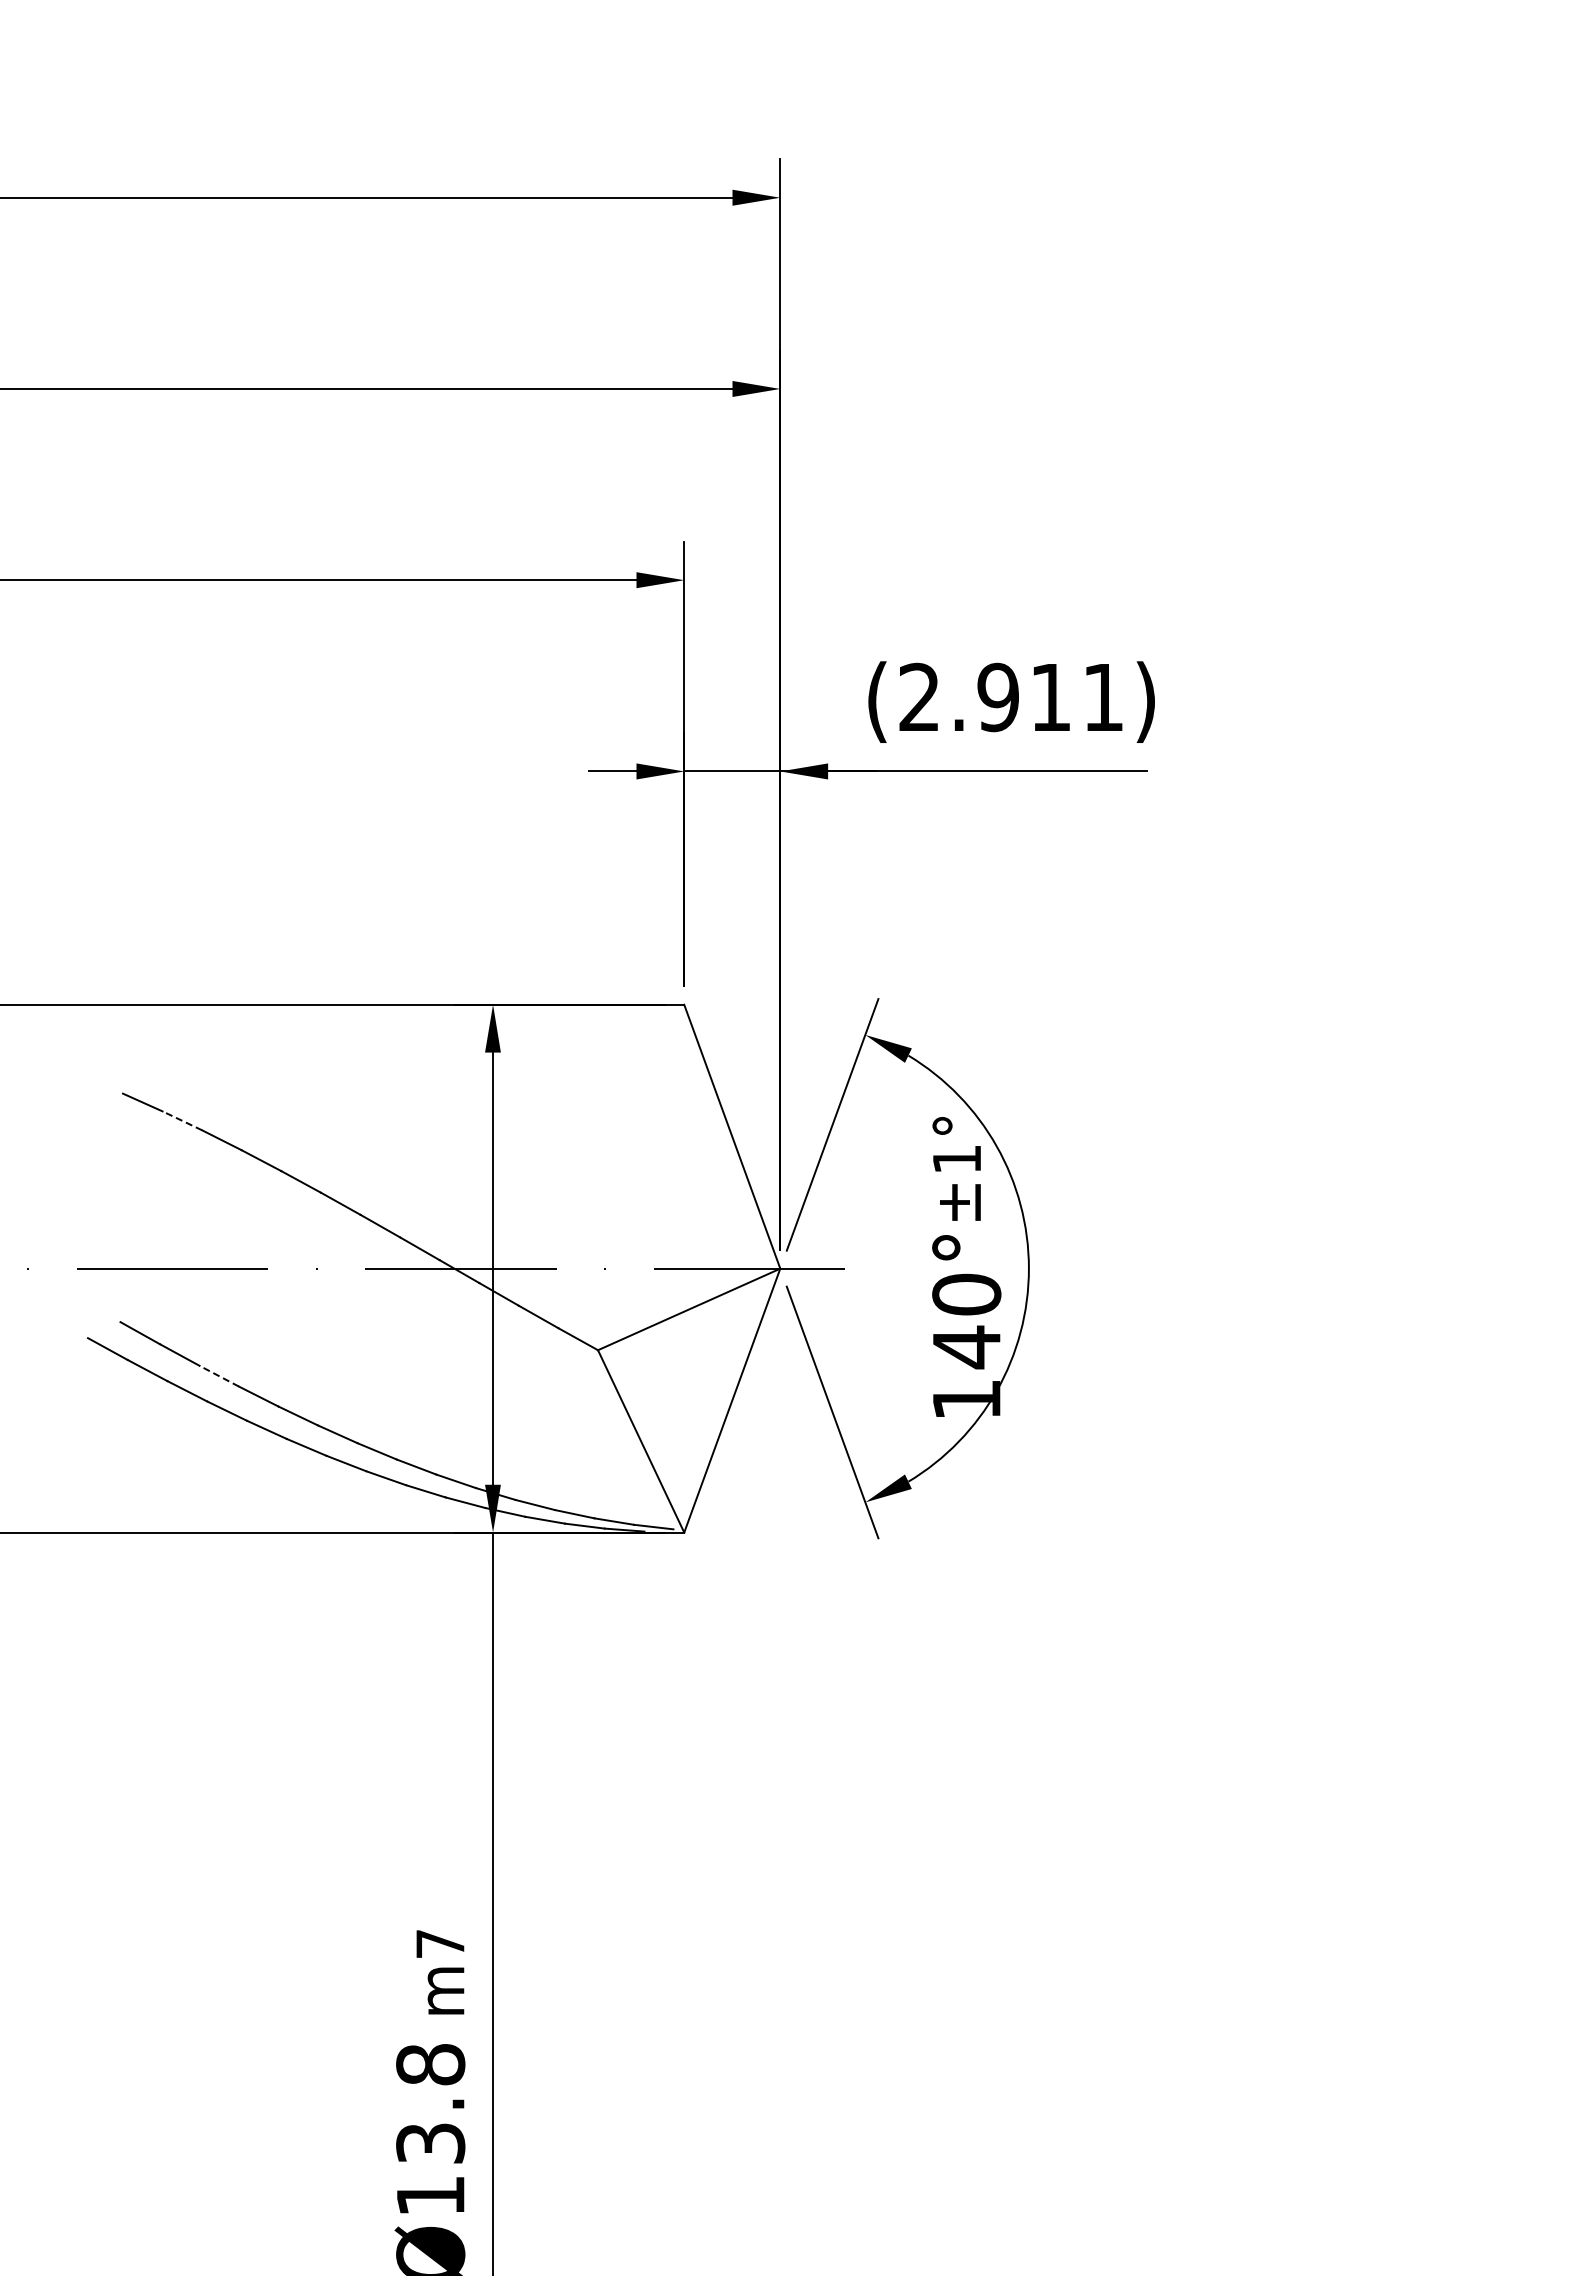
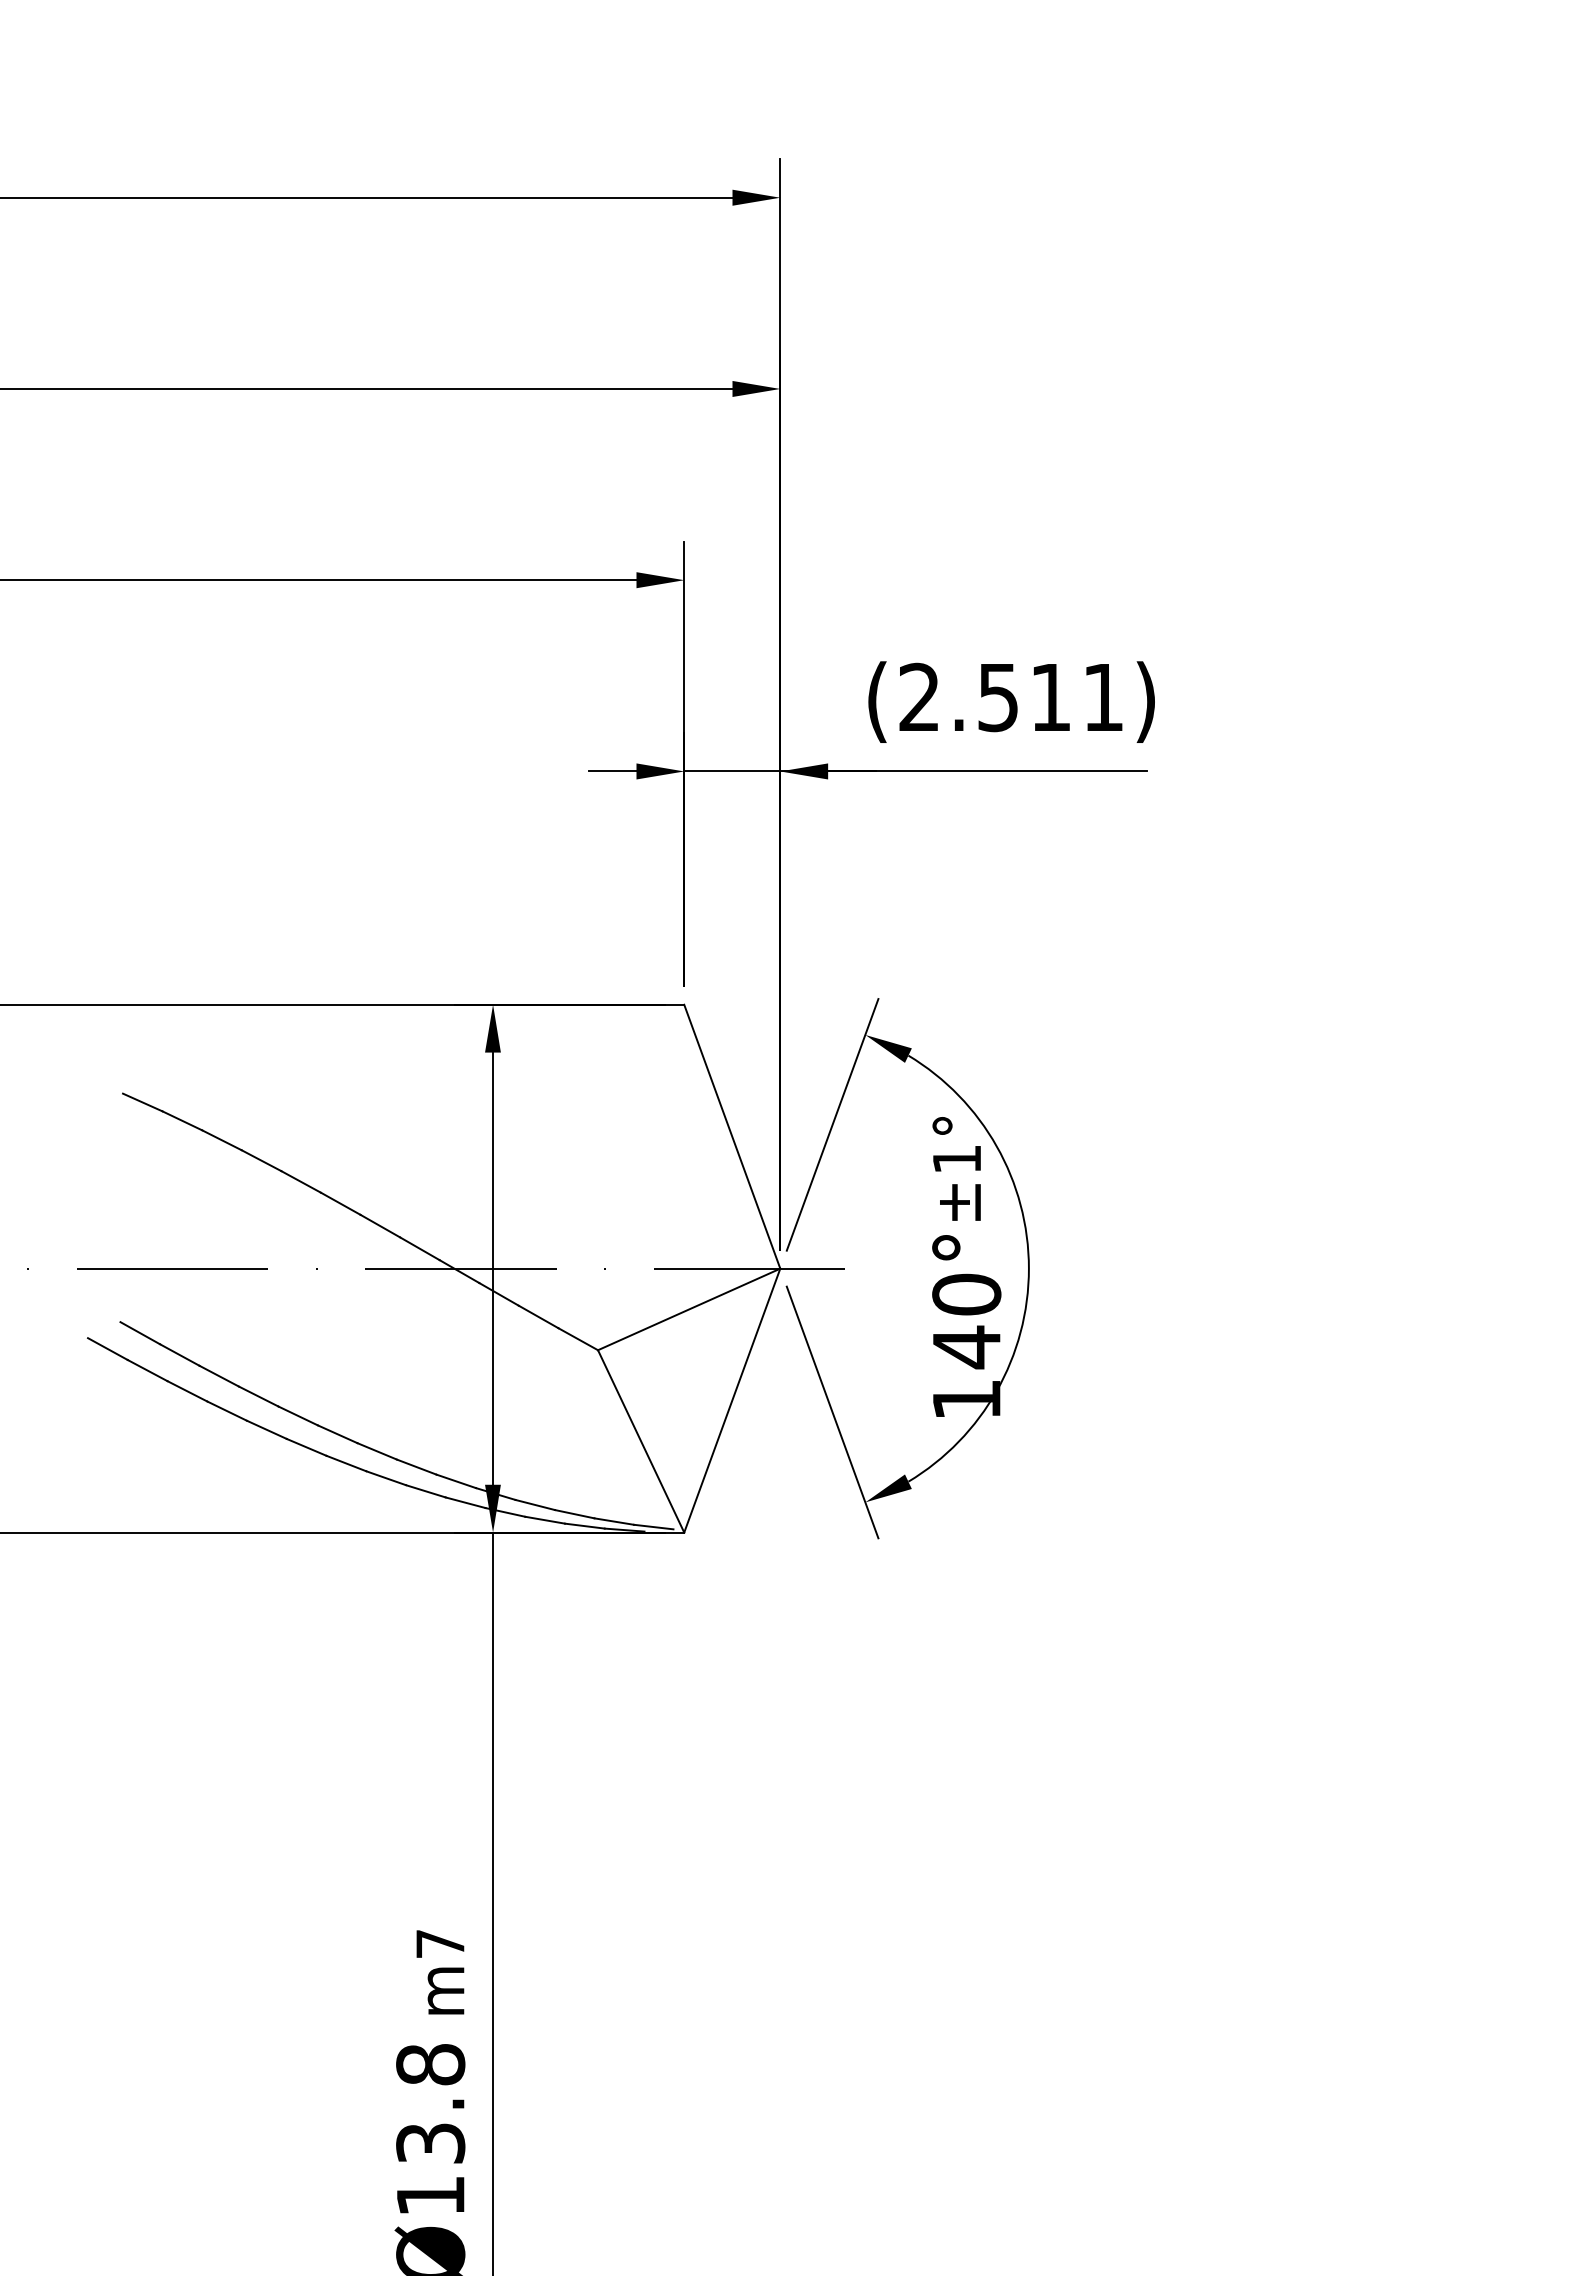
text at (997, 697): (2.911) -> (2.511)
line at (182, 1120): dashed -> solid
line at (218, 1375): dashed -> solid
